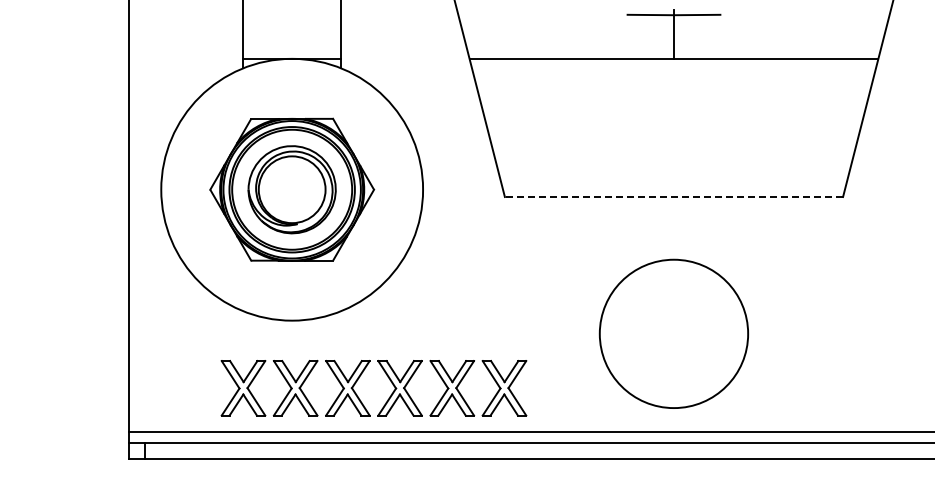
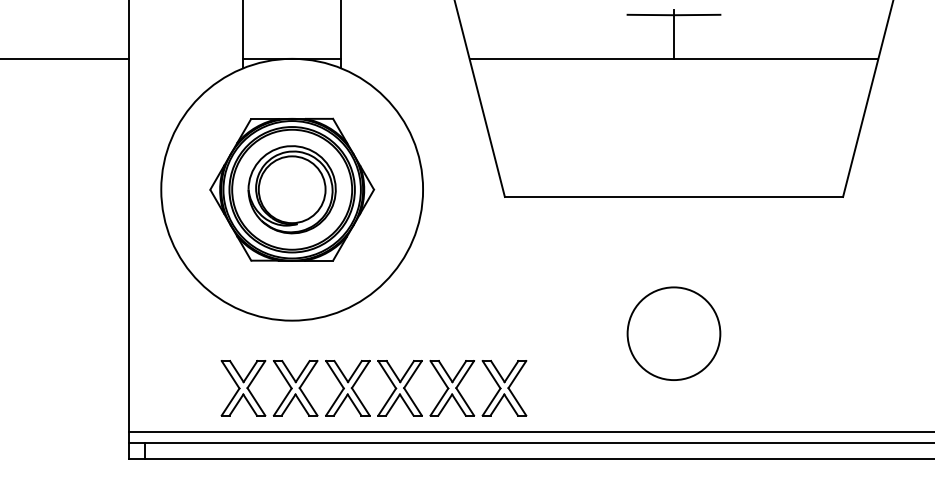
line at (65, 58): none -> present
line at (673, 197): dashed -> solid
circle at (673, 333) size: 152x151 px -> 96x95 px
